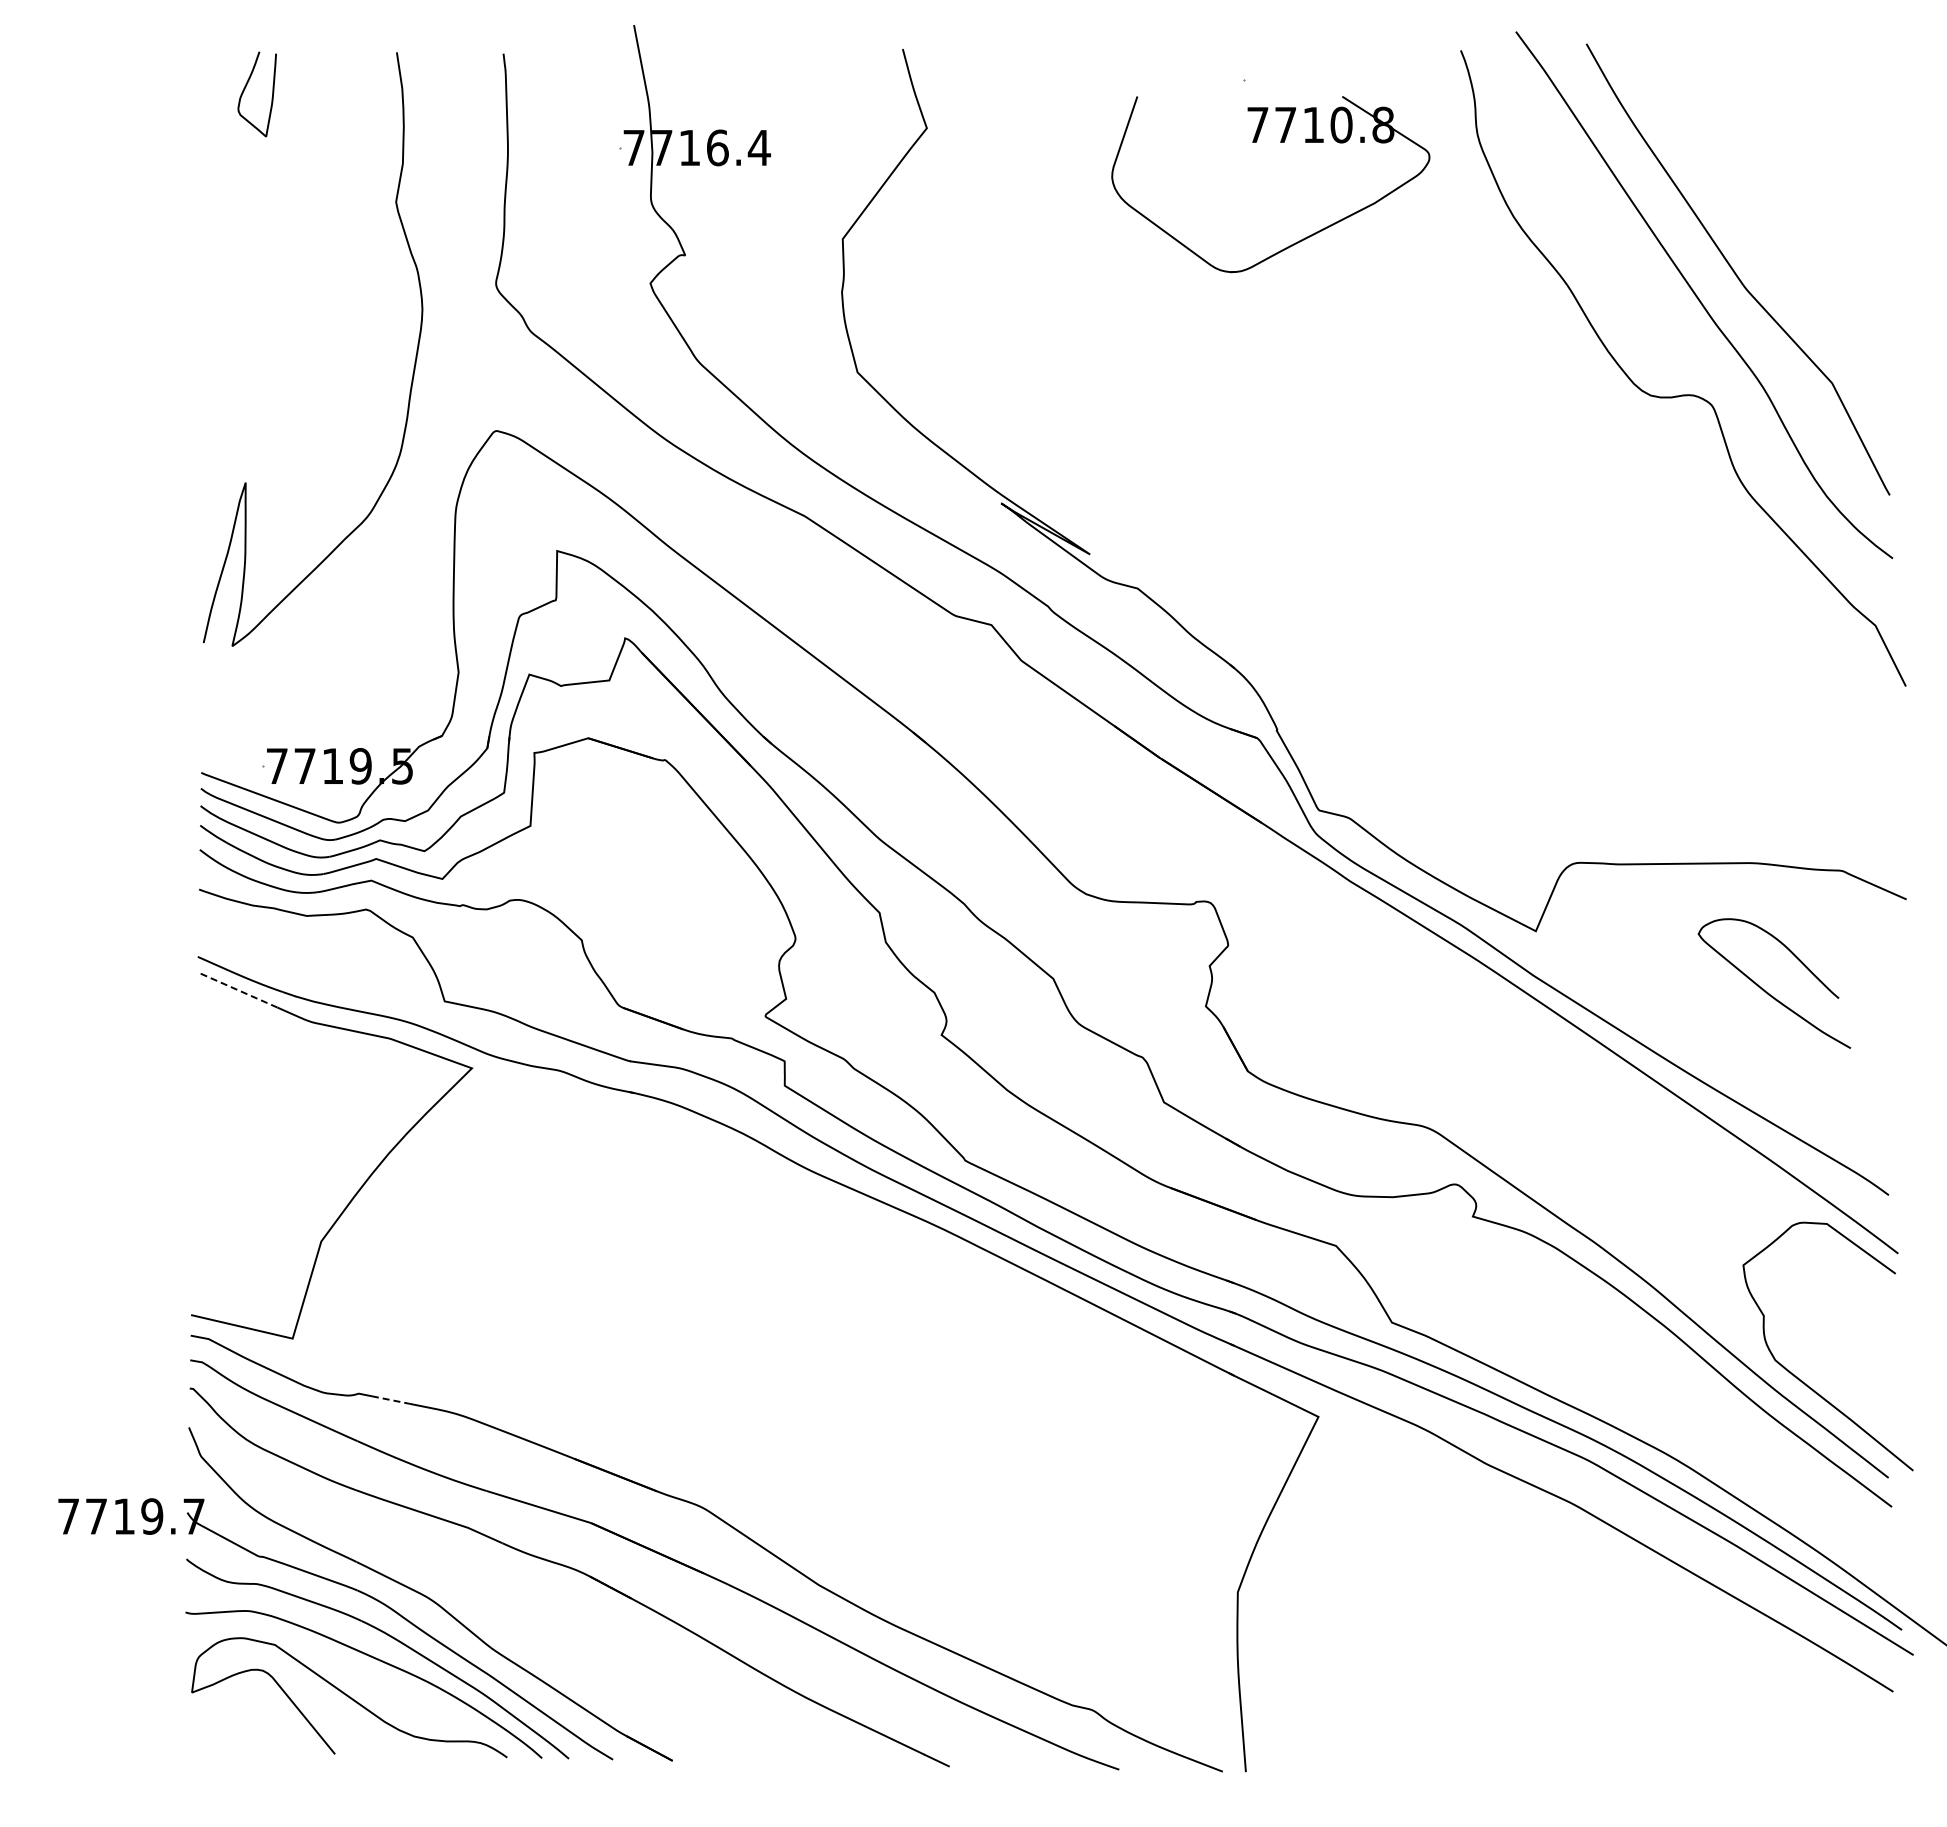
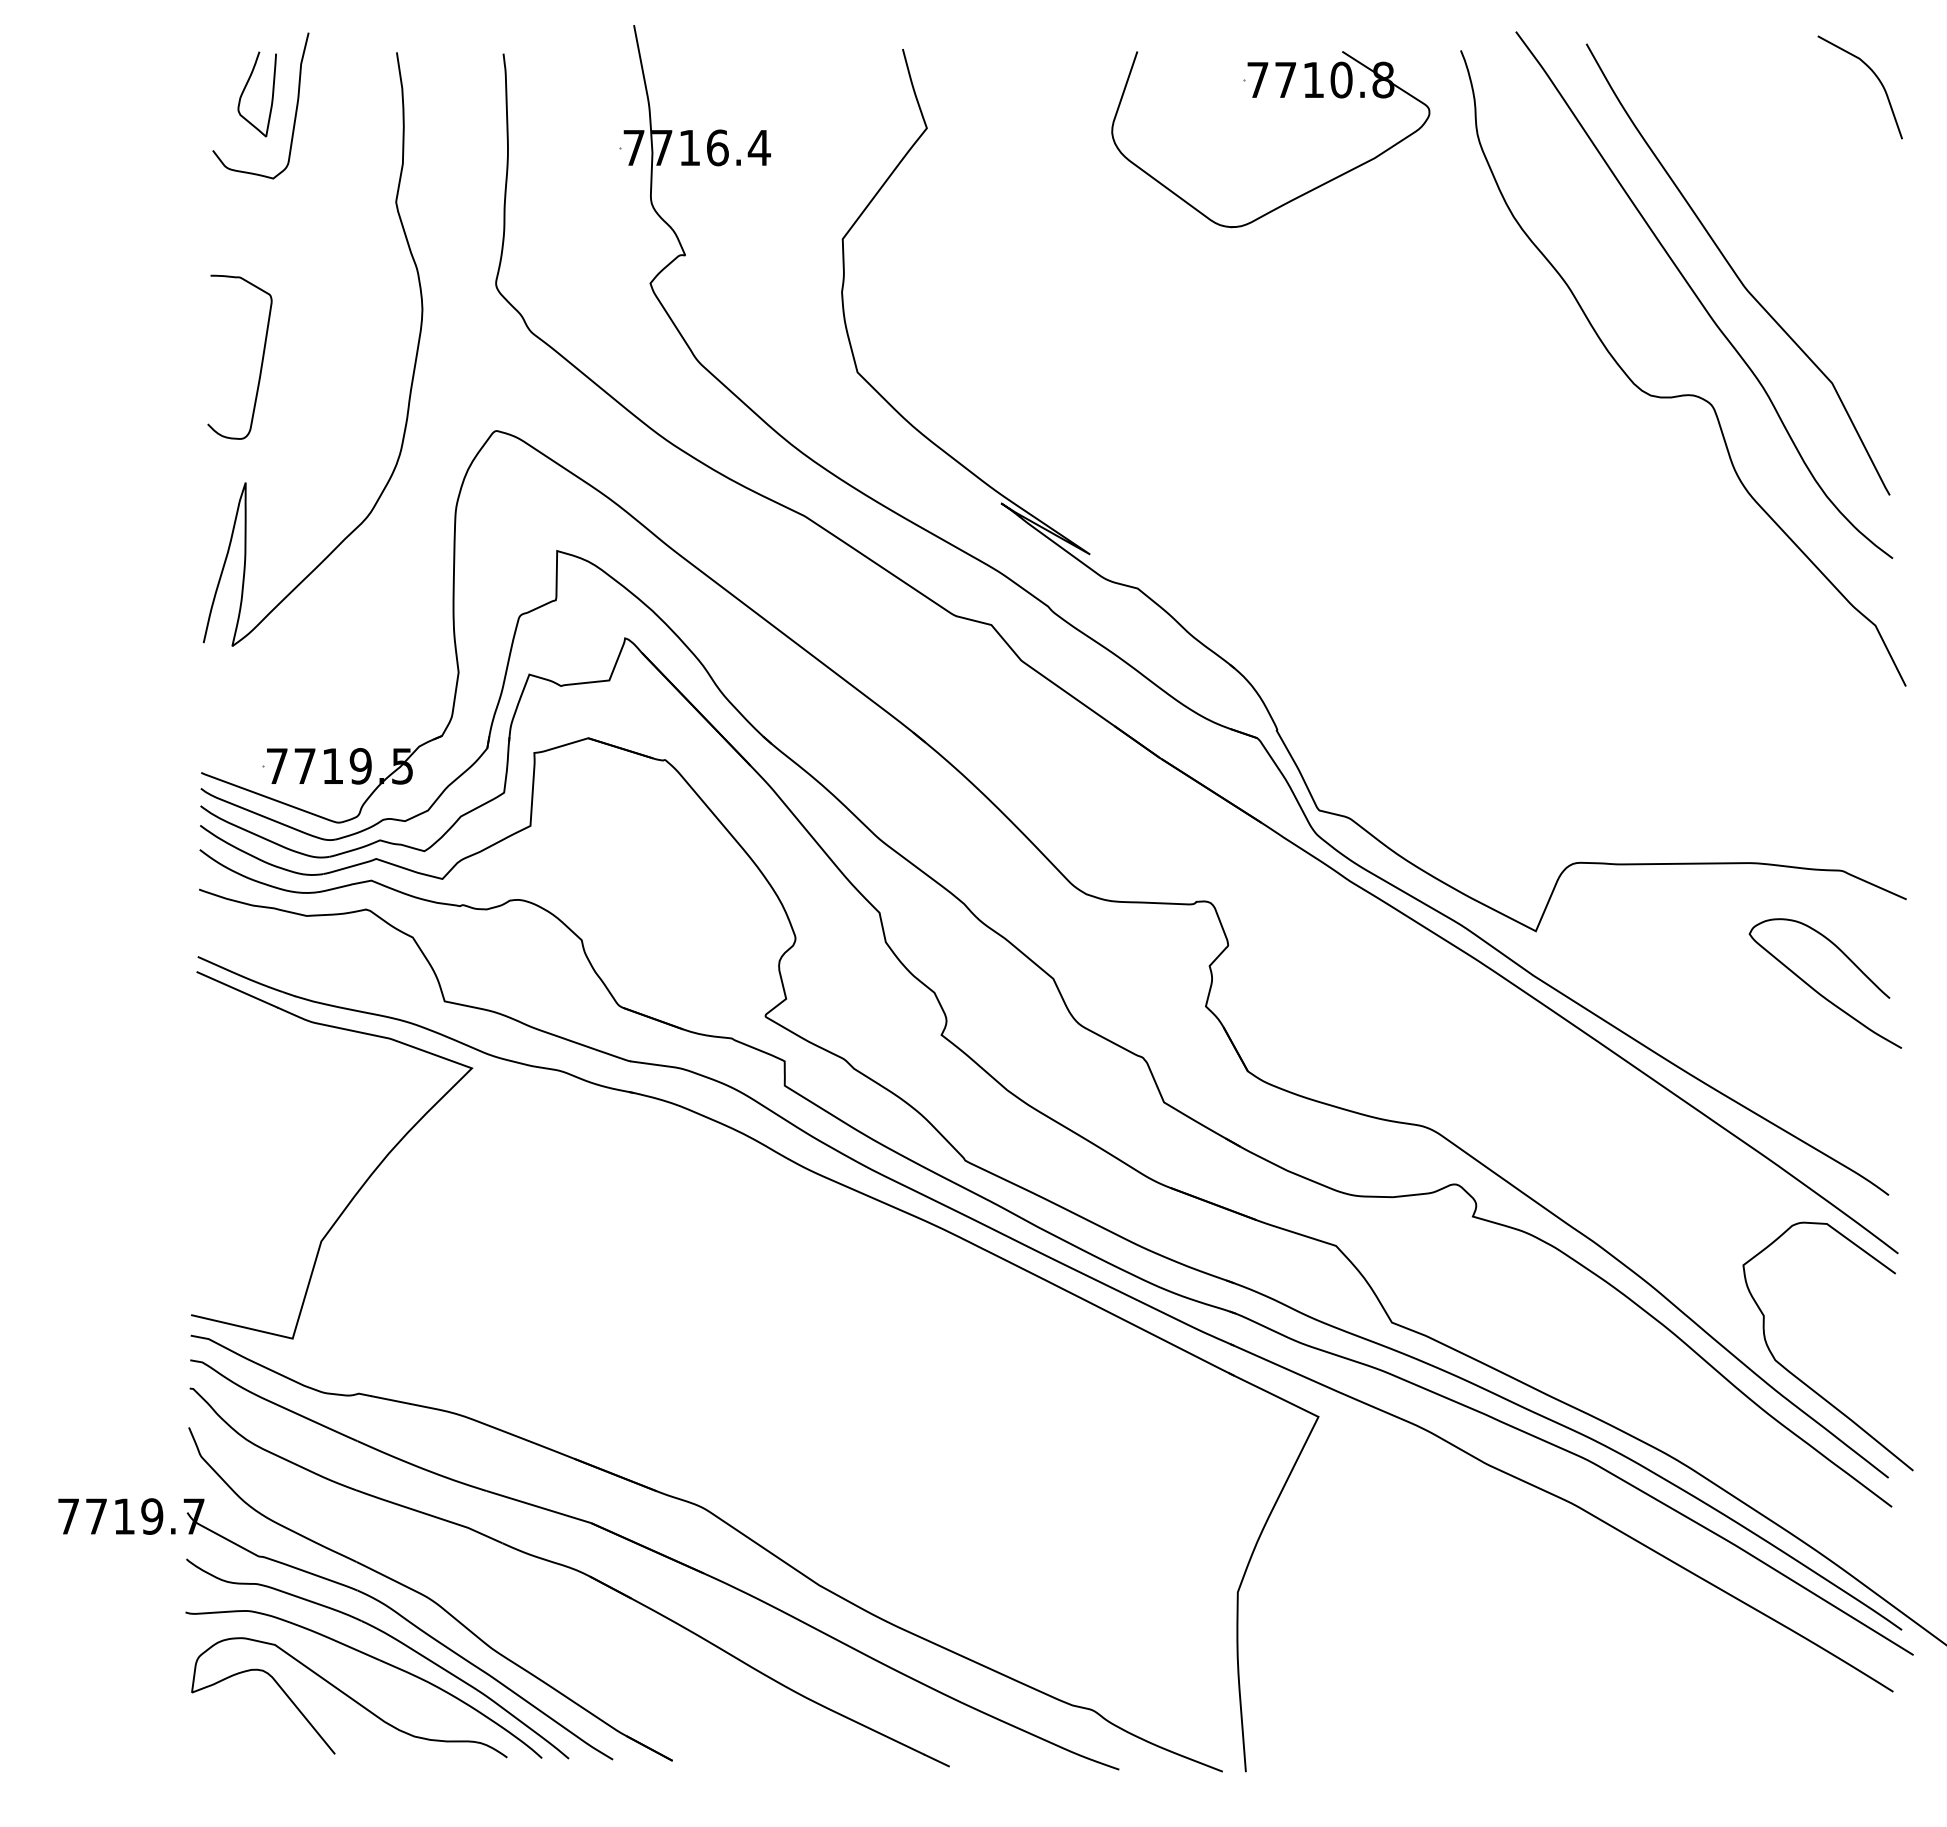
curve at (1874, 75): none -> present
curve at (295, 109): none -> present
part at (1280, 142) position: (1280, 142) -> (1280, 97)
curve at (261, 360): none -> present
line at (237, 989): dashed -> solid
curve at (1768, 992) position: (1768, 992) -> (1819, 992)
line at (391, 1400): dashed -> solid
